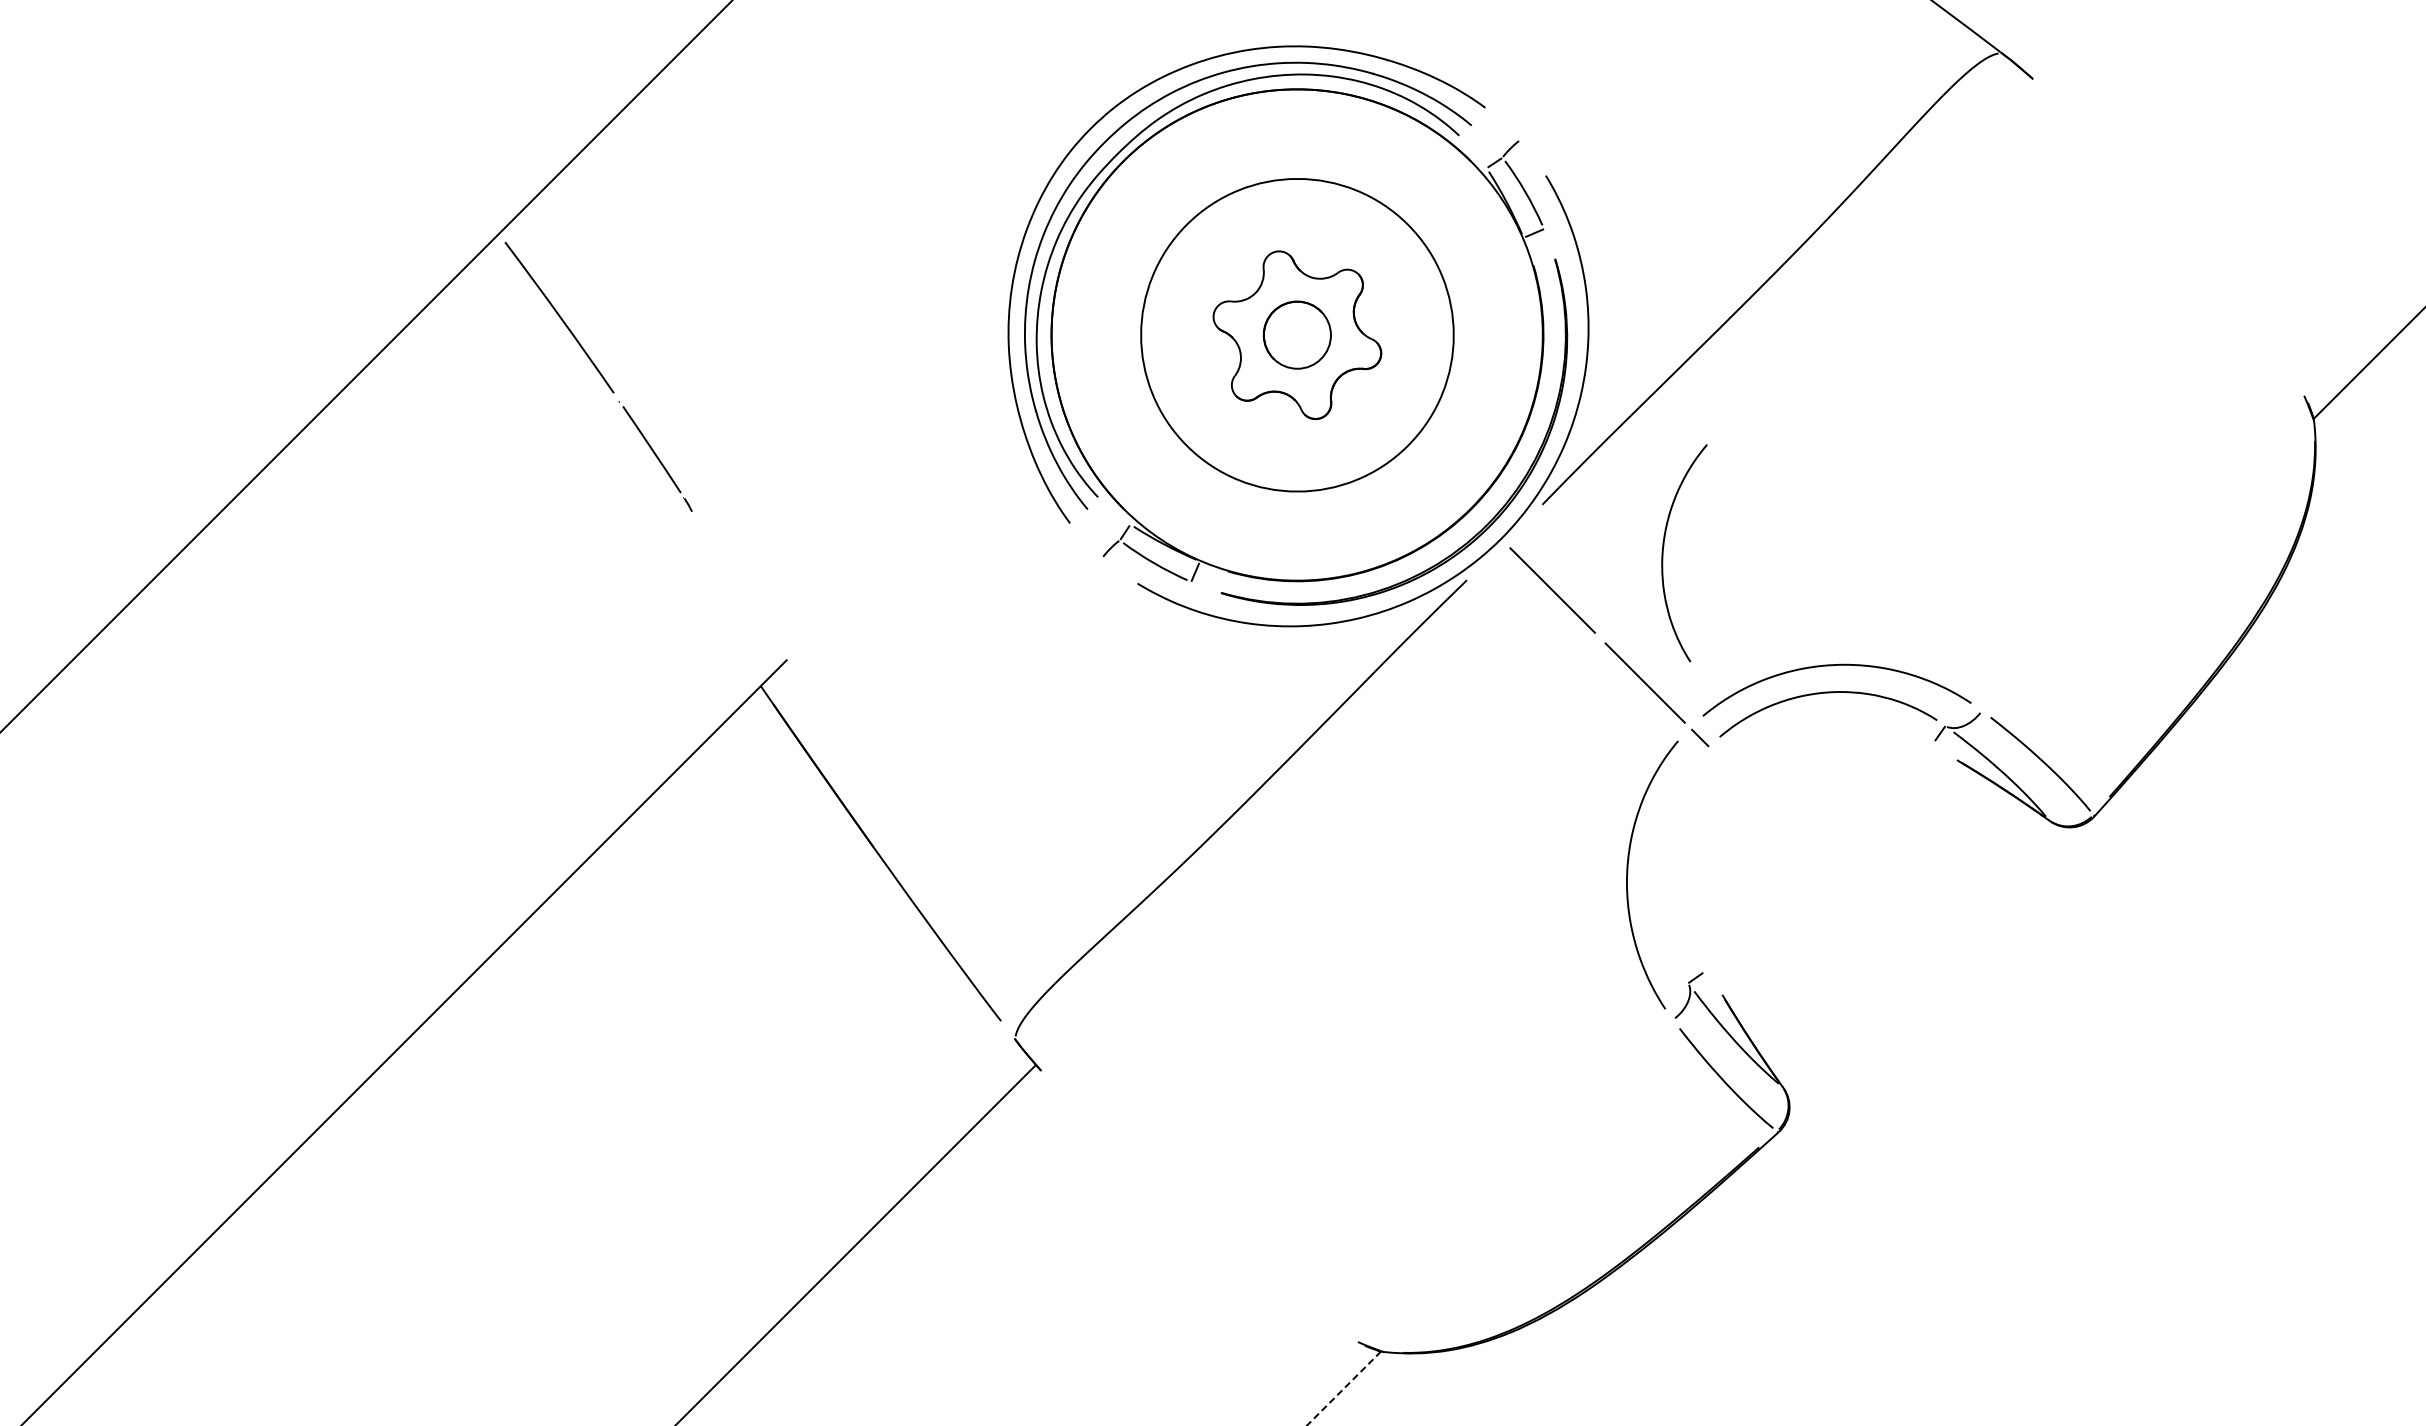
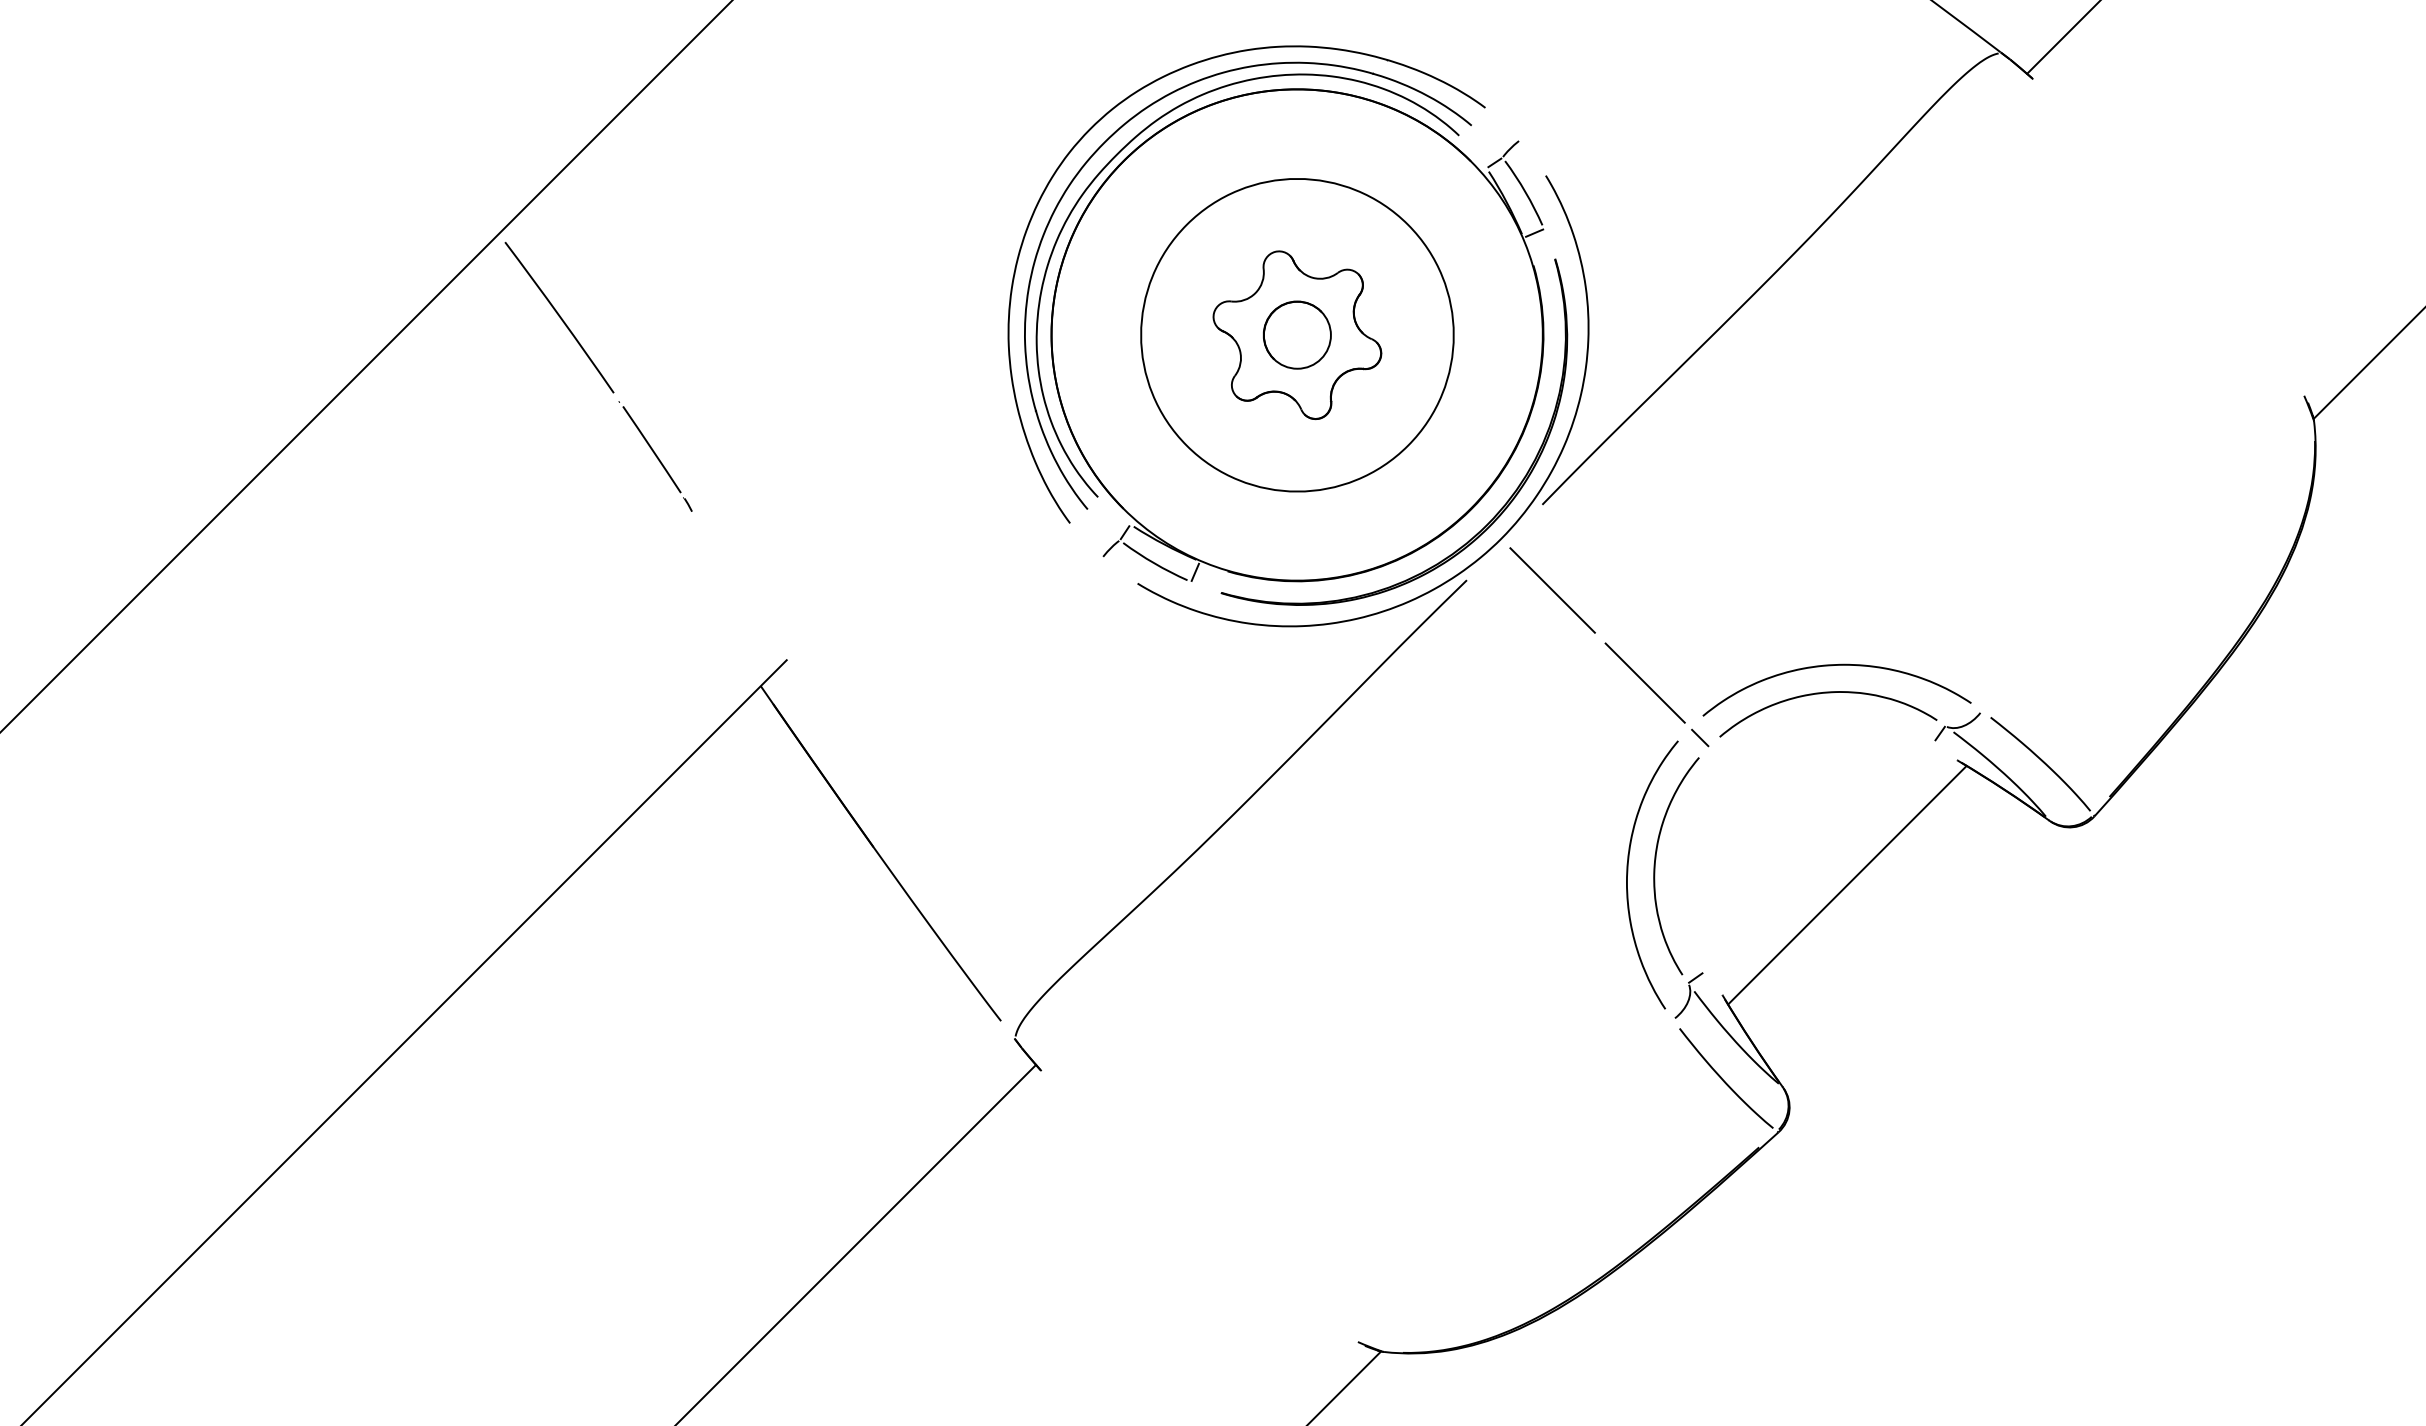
line at (2062, 37): none -> present
curve at (1663, 553) position: (1663, 553) -> (1655, 866)
line at (1847, 884): none -> present
line at (1343, 1388): dashed -> solid
